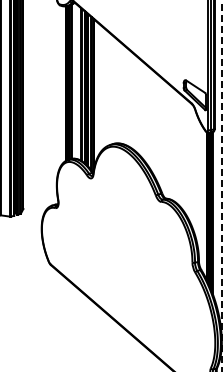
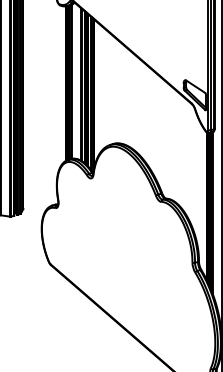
line at (222, 186): dashed -> solid
